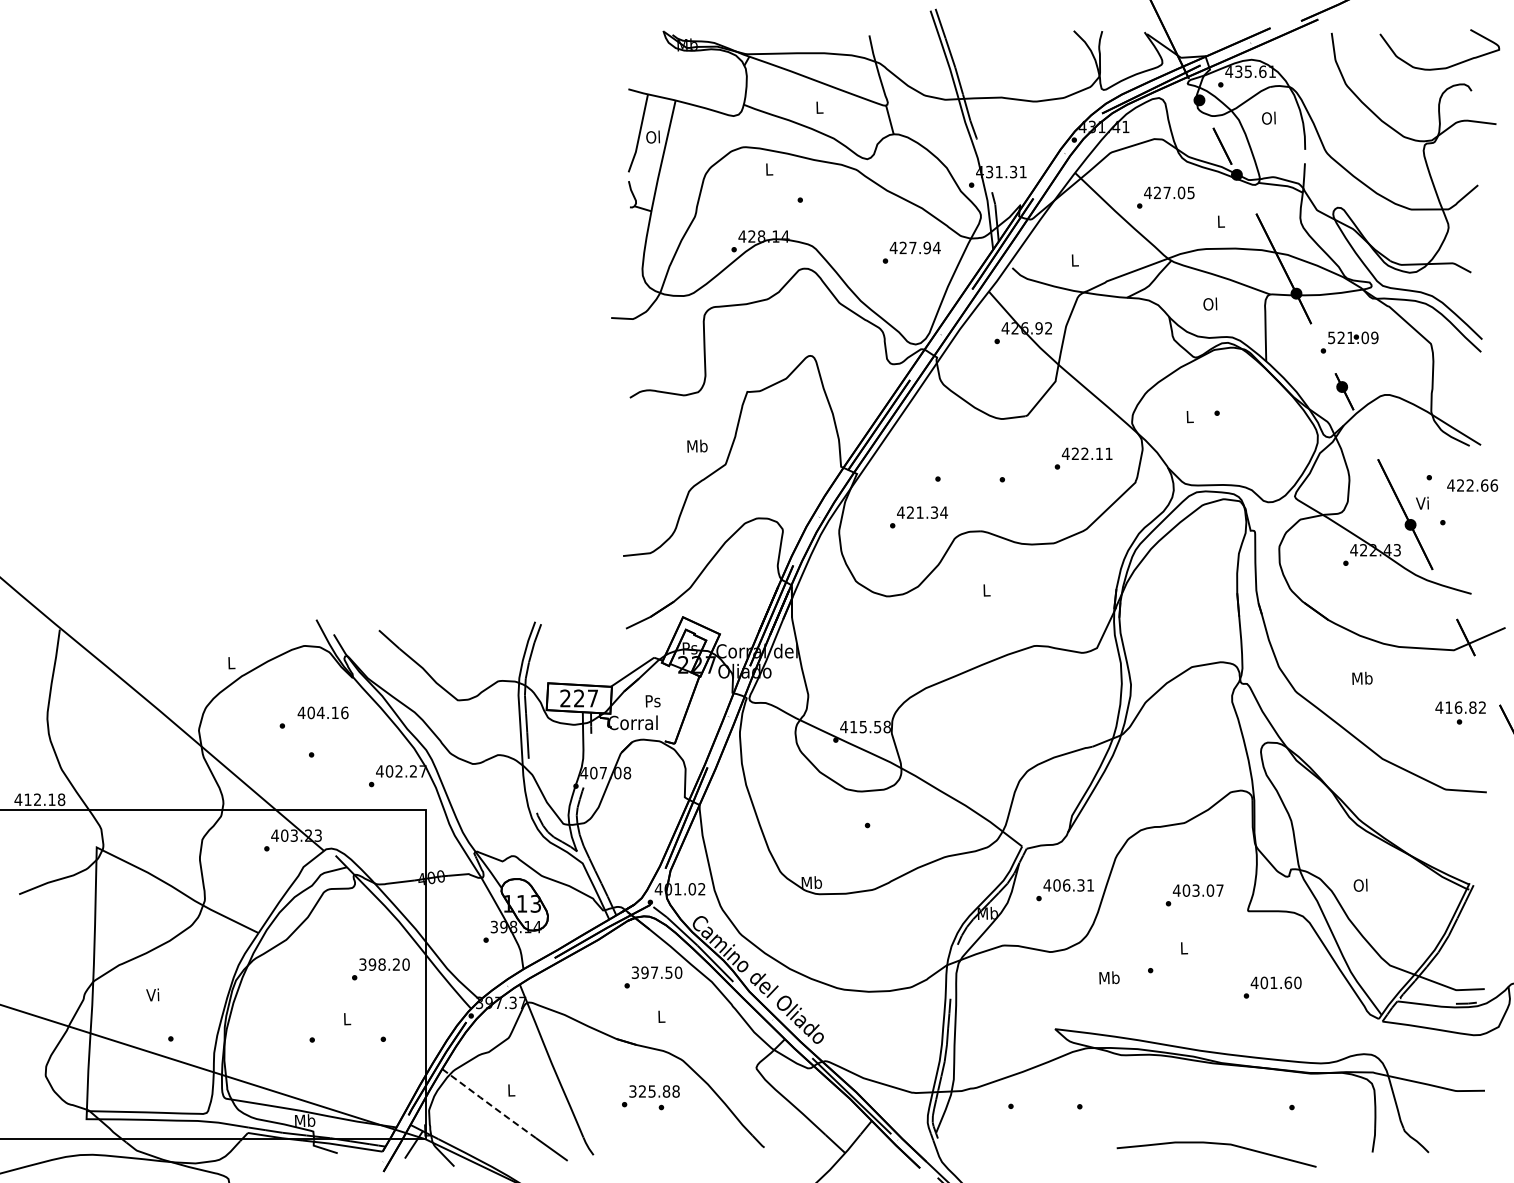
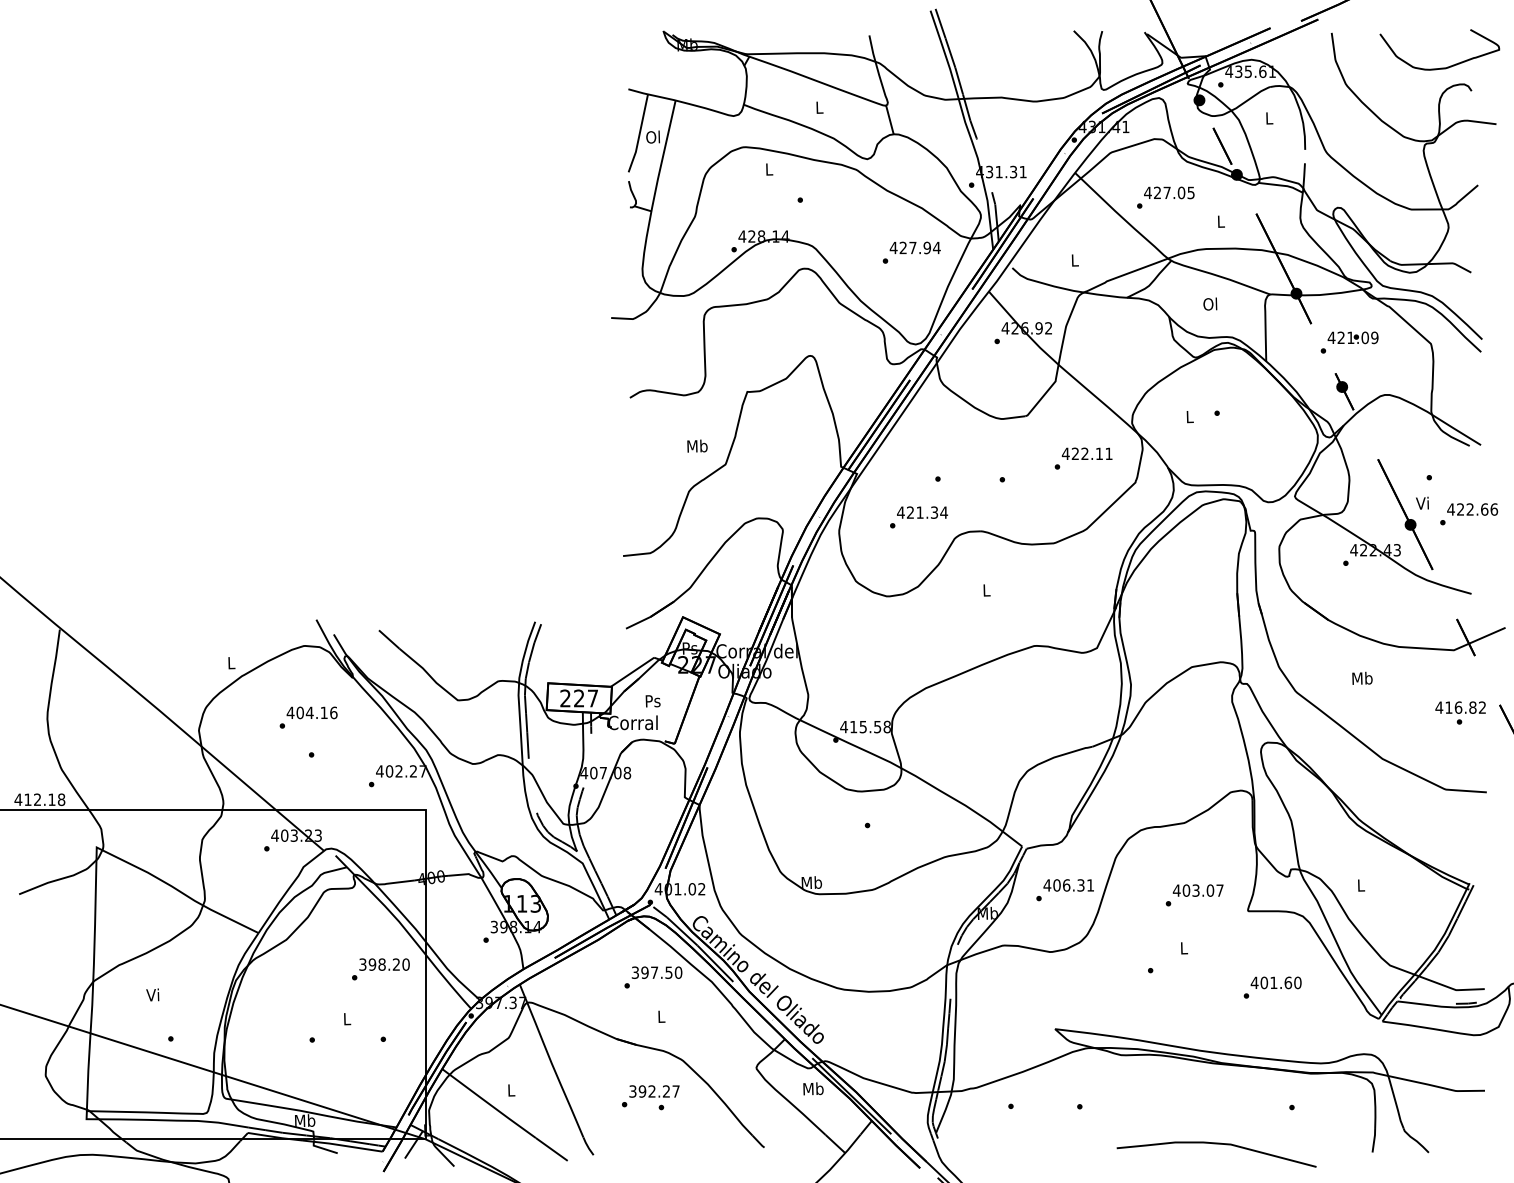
text at (1268, 117): Ol -> L
text at (1331, 337): 521.09 -> 421.09
text at (1472, 485) position: (1472, 485) -> (1472, 509)
text at (322, 712) position: (322, 712) -> (311, 712)
text at (1360, 884): Ol -> L
text at (1109, 977) position: (1109, 977) -> (813, 1088)
text at (658, 1091): 325.88 -> 392.27
line at (489, 1103): dashed -> solid
